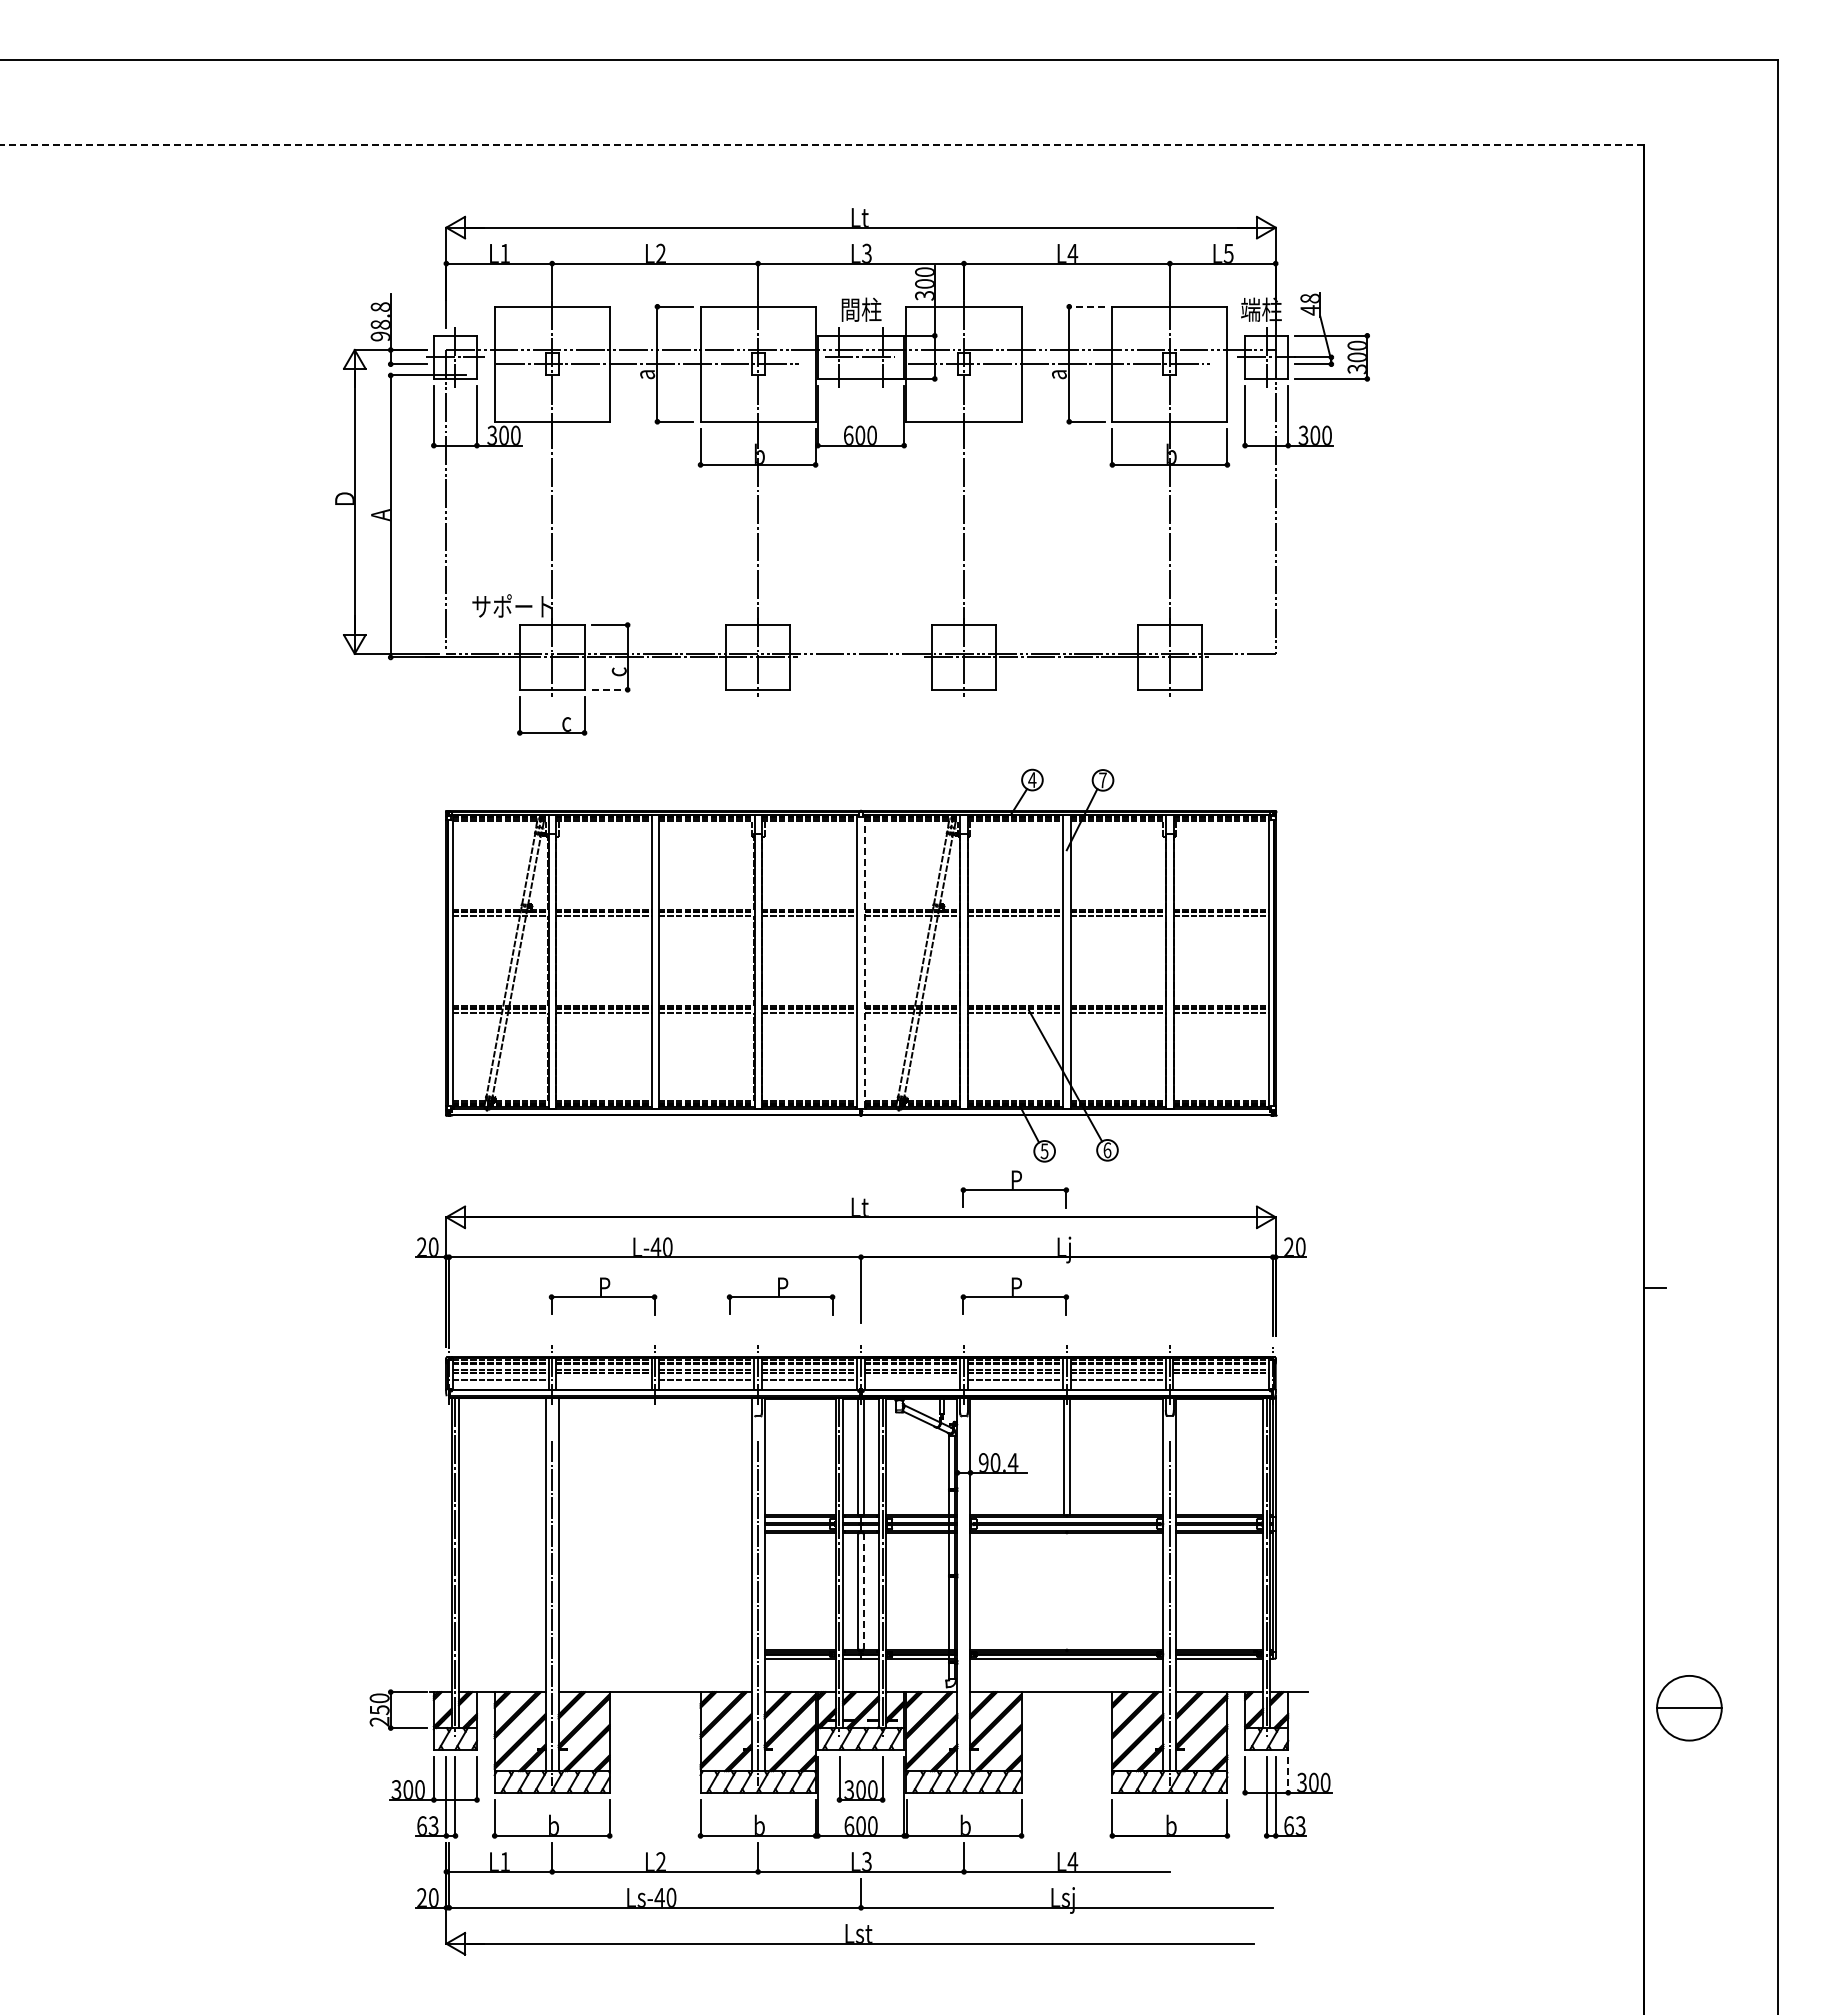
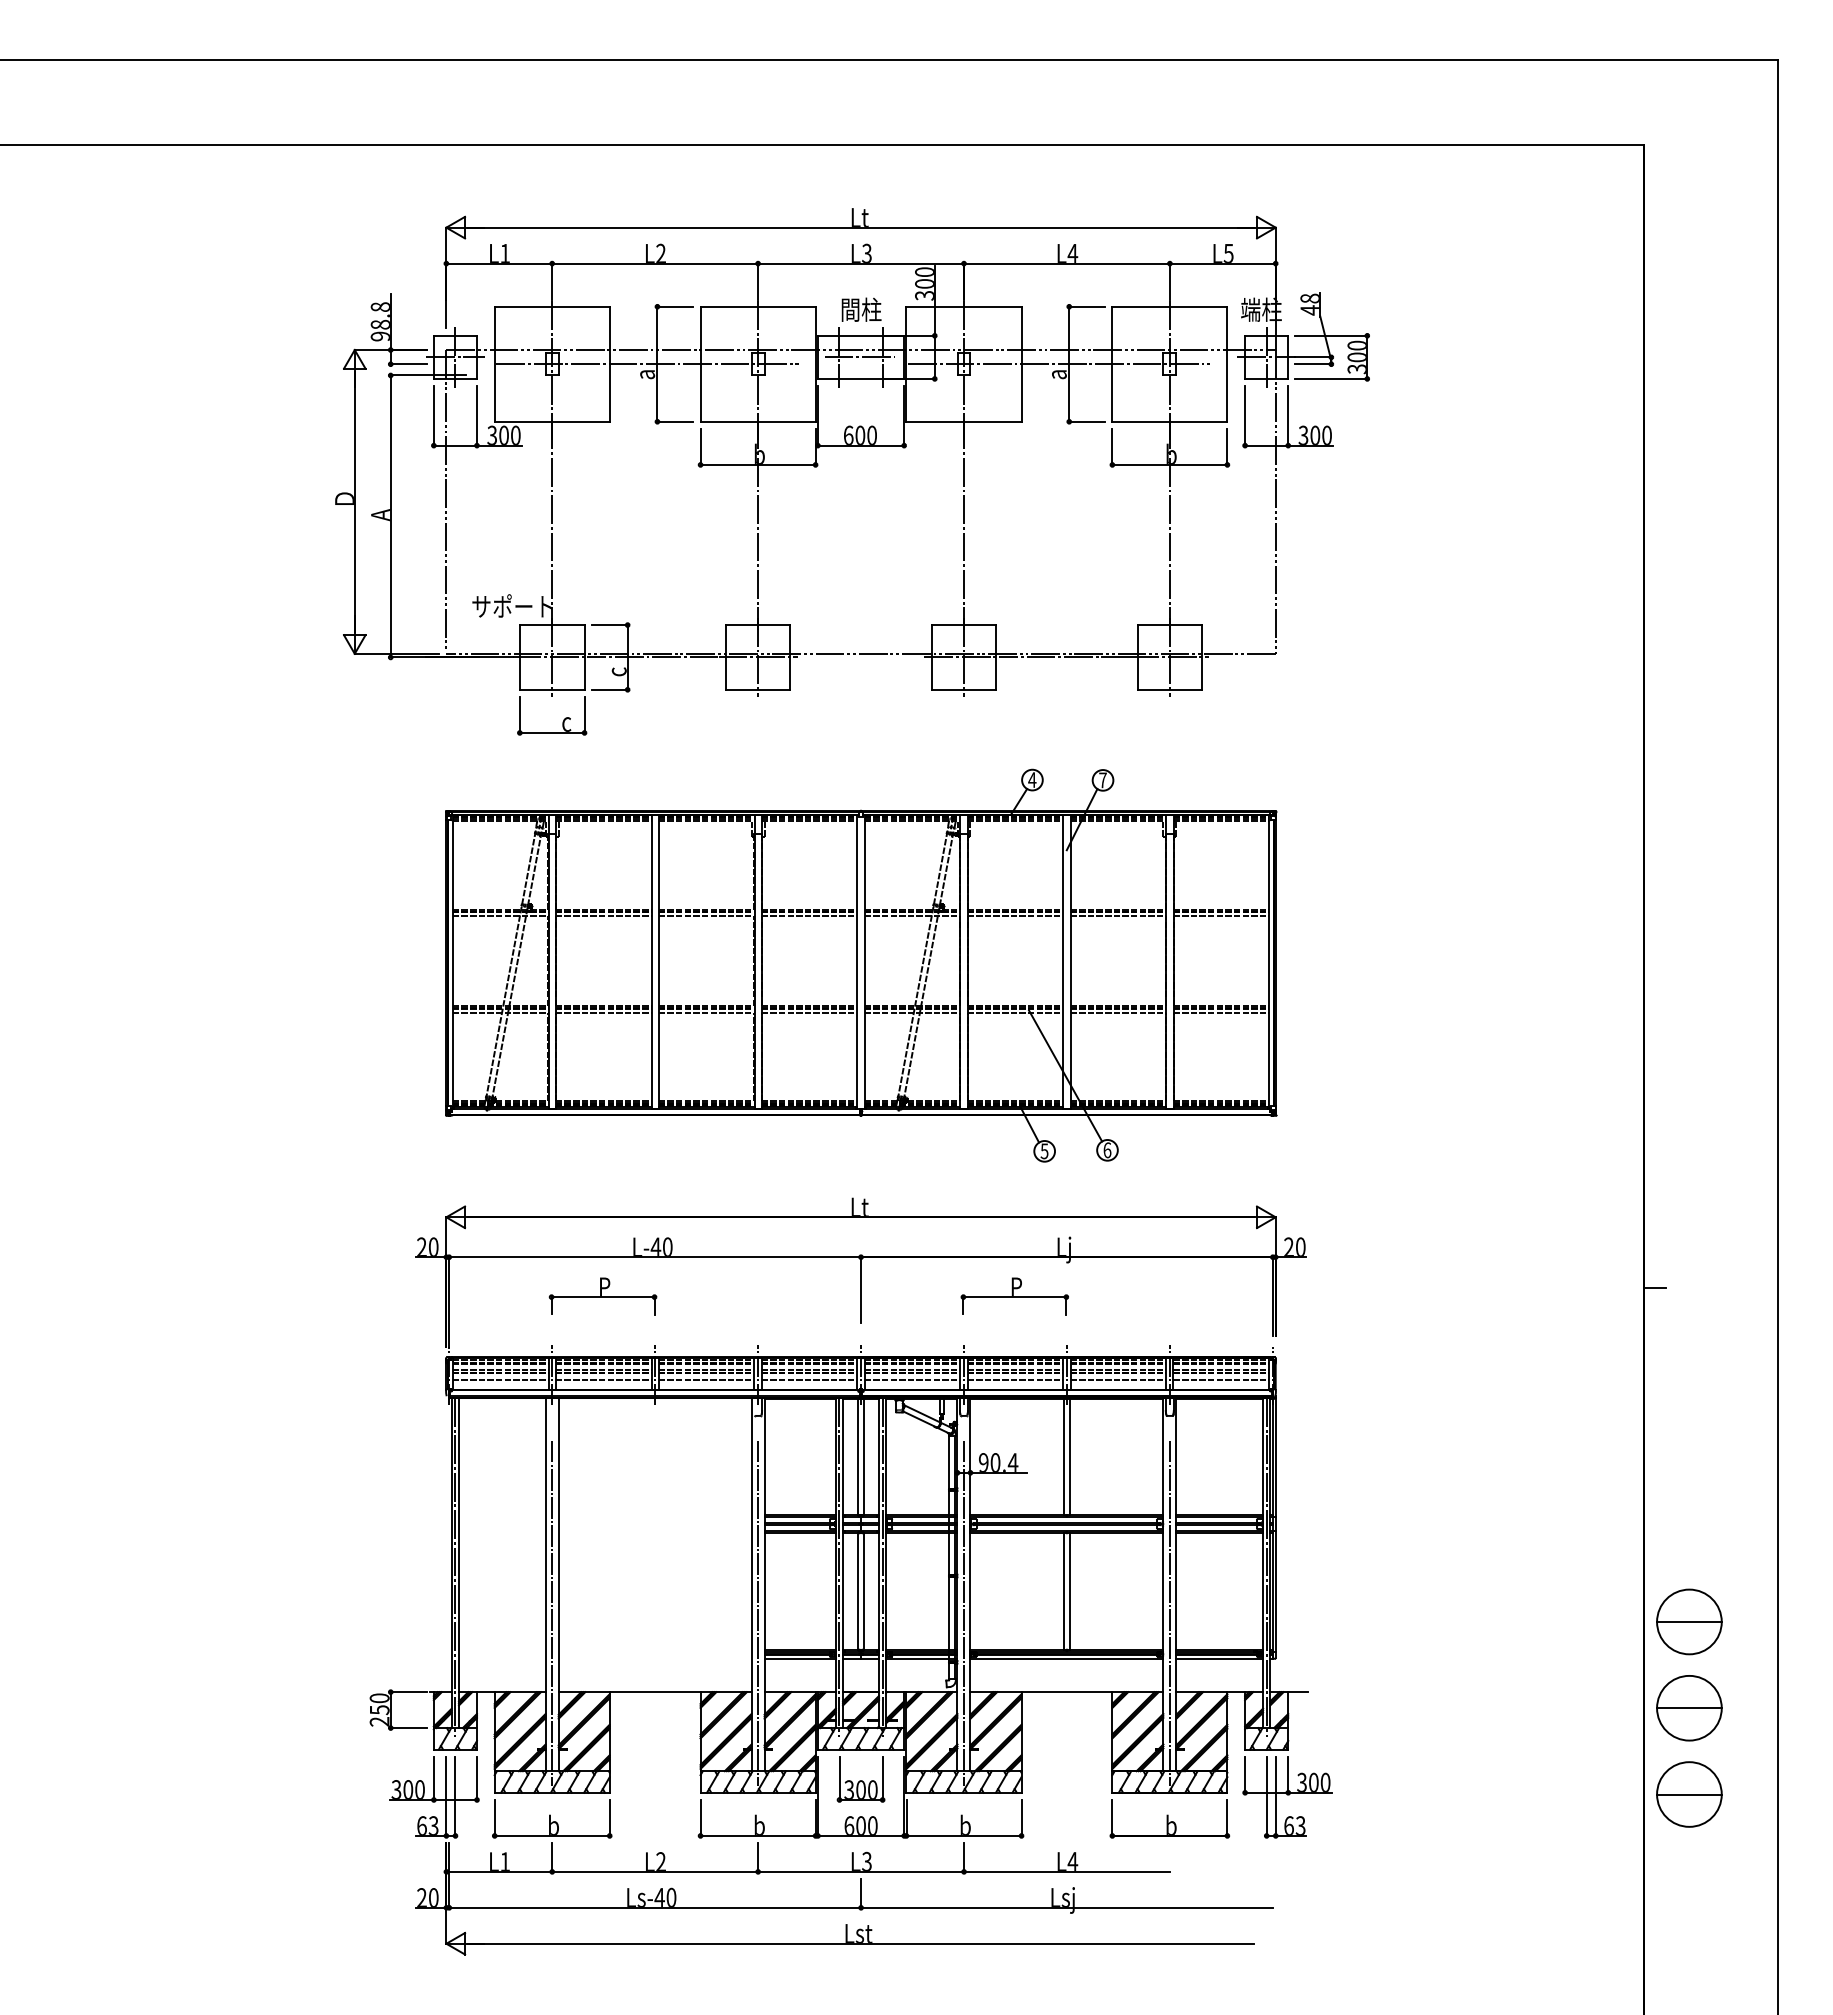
line at (822, 144): dashed -> solid
line at (1086, 306): dashed -> solid
line at (610, 689): dashed -> solid
line at (864, 962): dashed -> solid
part at (1014, 1189): present -> none
part at (780, 1296): present -> none
line at (603, 1379): none -> present
line at (912, 1379): none -> present
line at (1221, 1379): none -> present
line at (863, 1591): dashed -> solid
line at (1064, 1591): none -> present
line at (1069, 1591): none -> present
line at (963, 1612): none -> present
part at (1689, 1621): none -> present
line at (1288, 1775): dashed -> solid
part at (1689, 1794): none -> present
